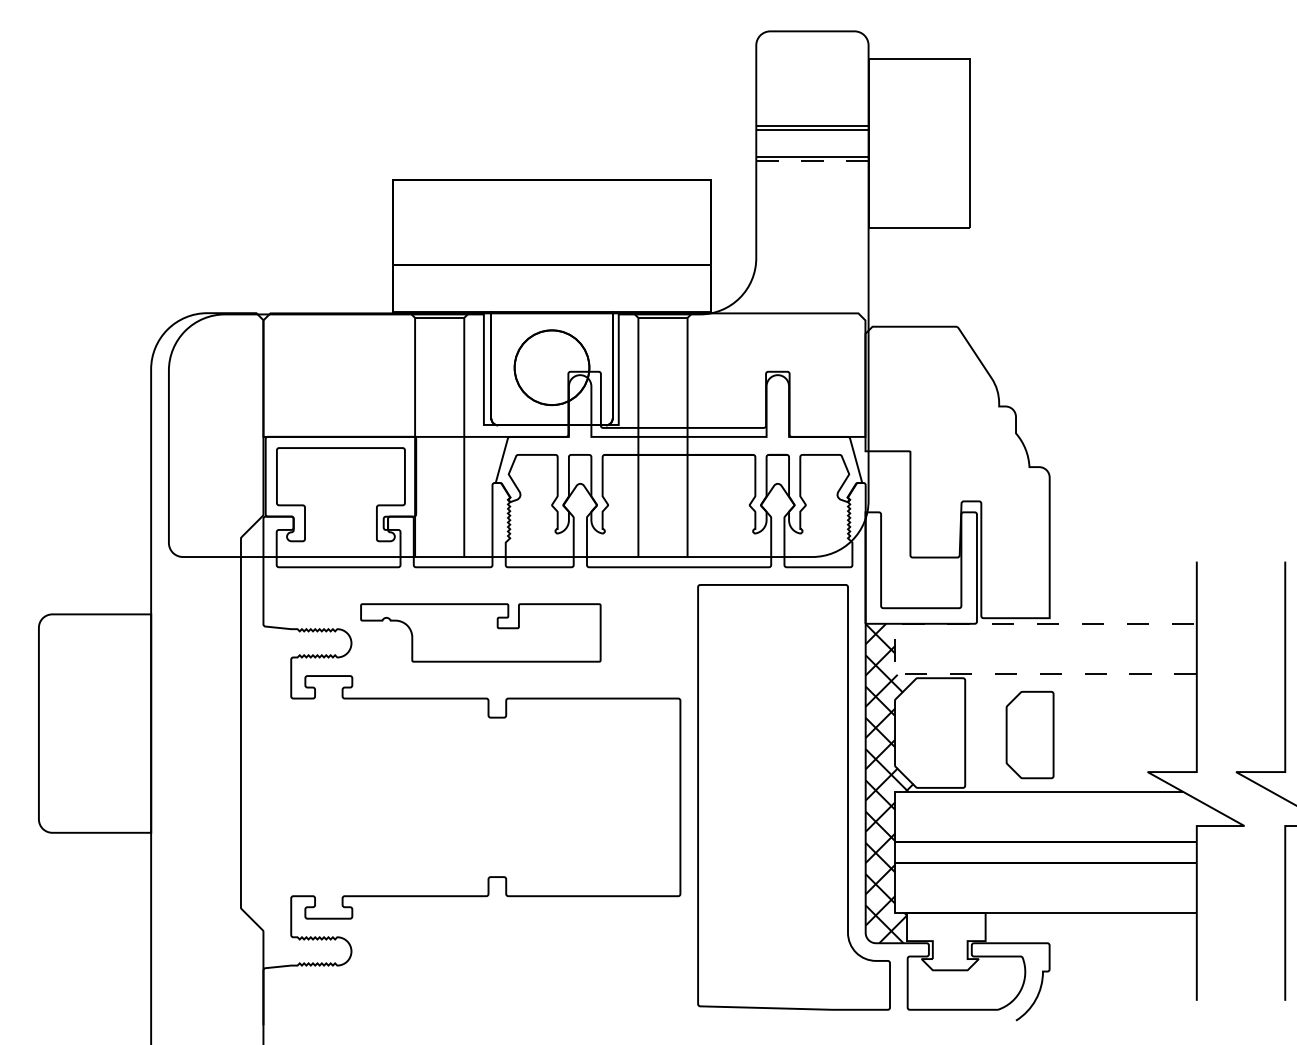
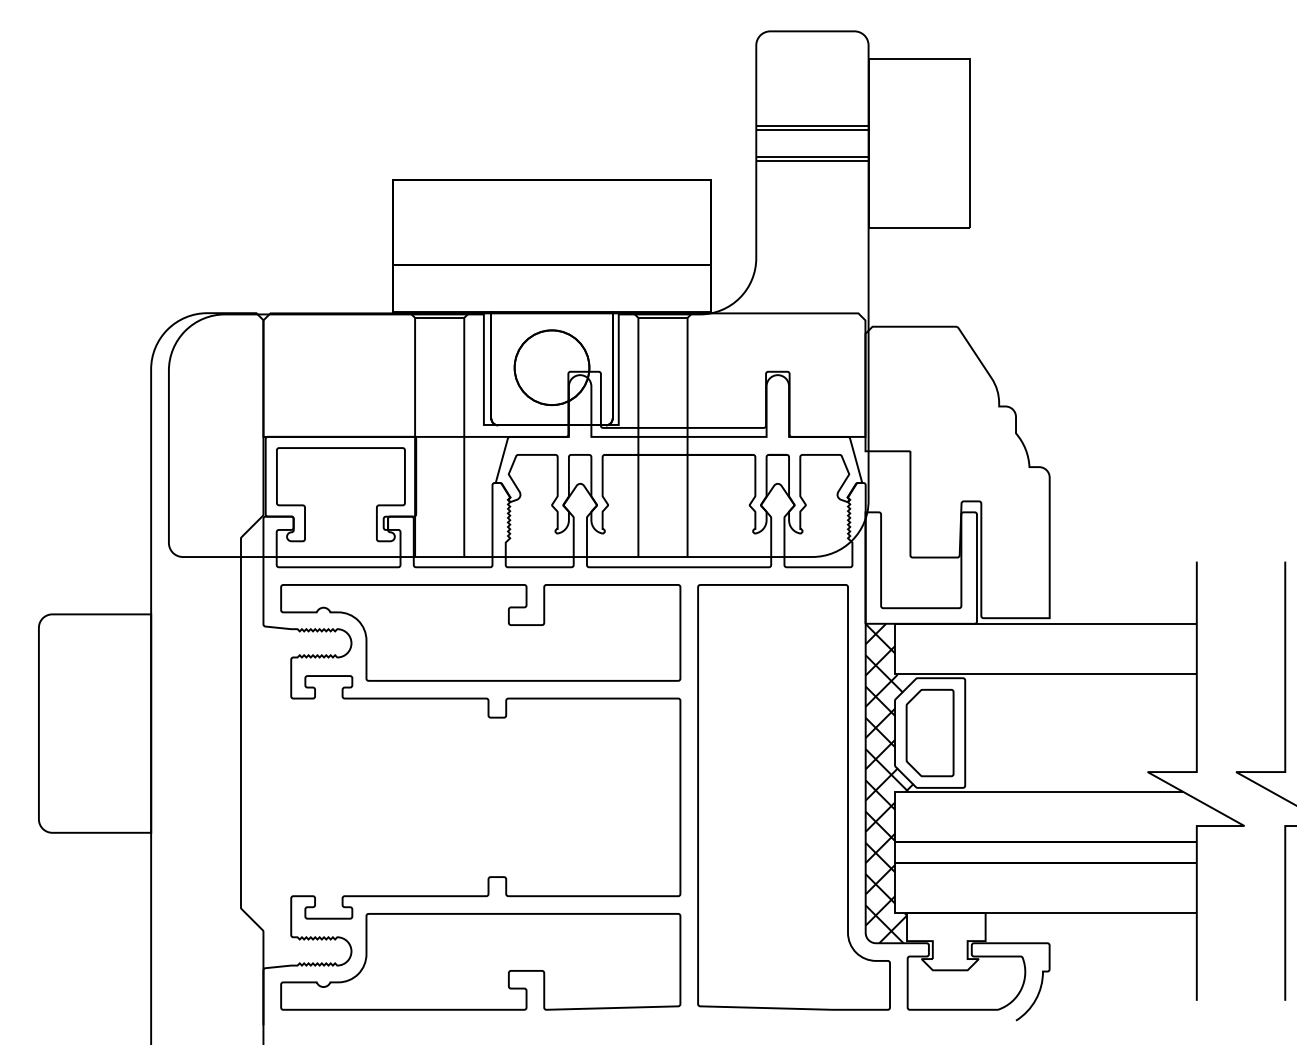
line at (811, 161): dashed -> solid
part at (480, 632) size: 242x60 px -> 402x98 px
line at (895, 648): dashed -> solid
part at (1029, 734) position: (1029, 734) -> (929, 732)
part at (480, 961): none -> present
